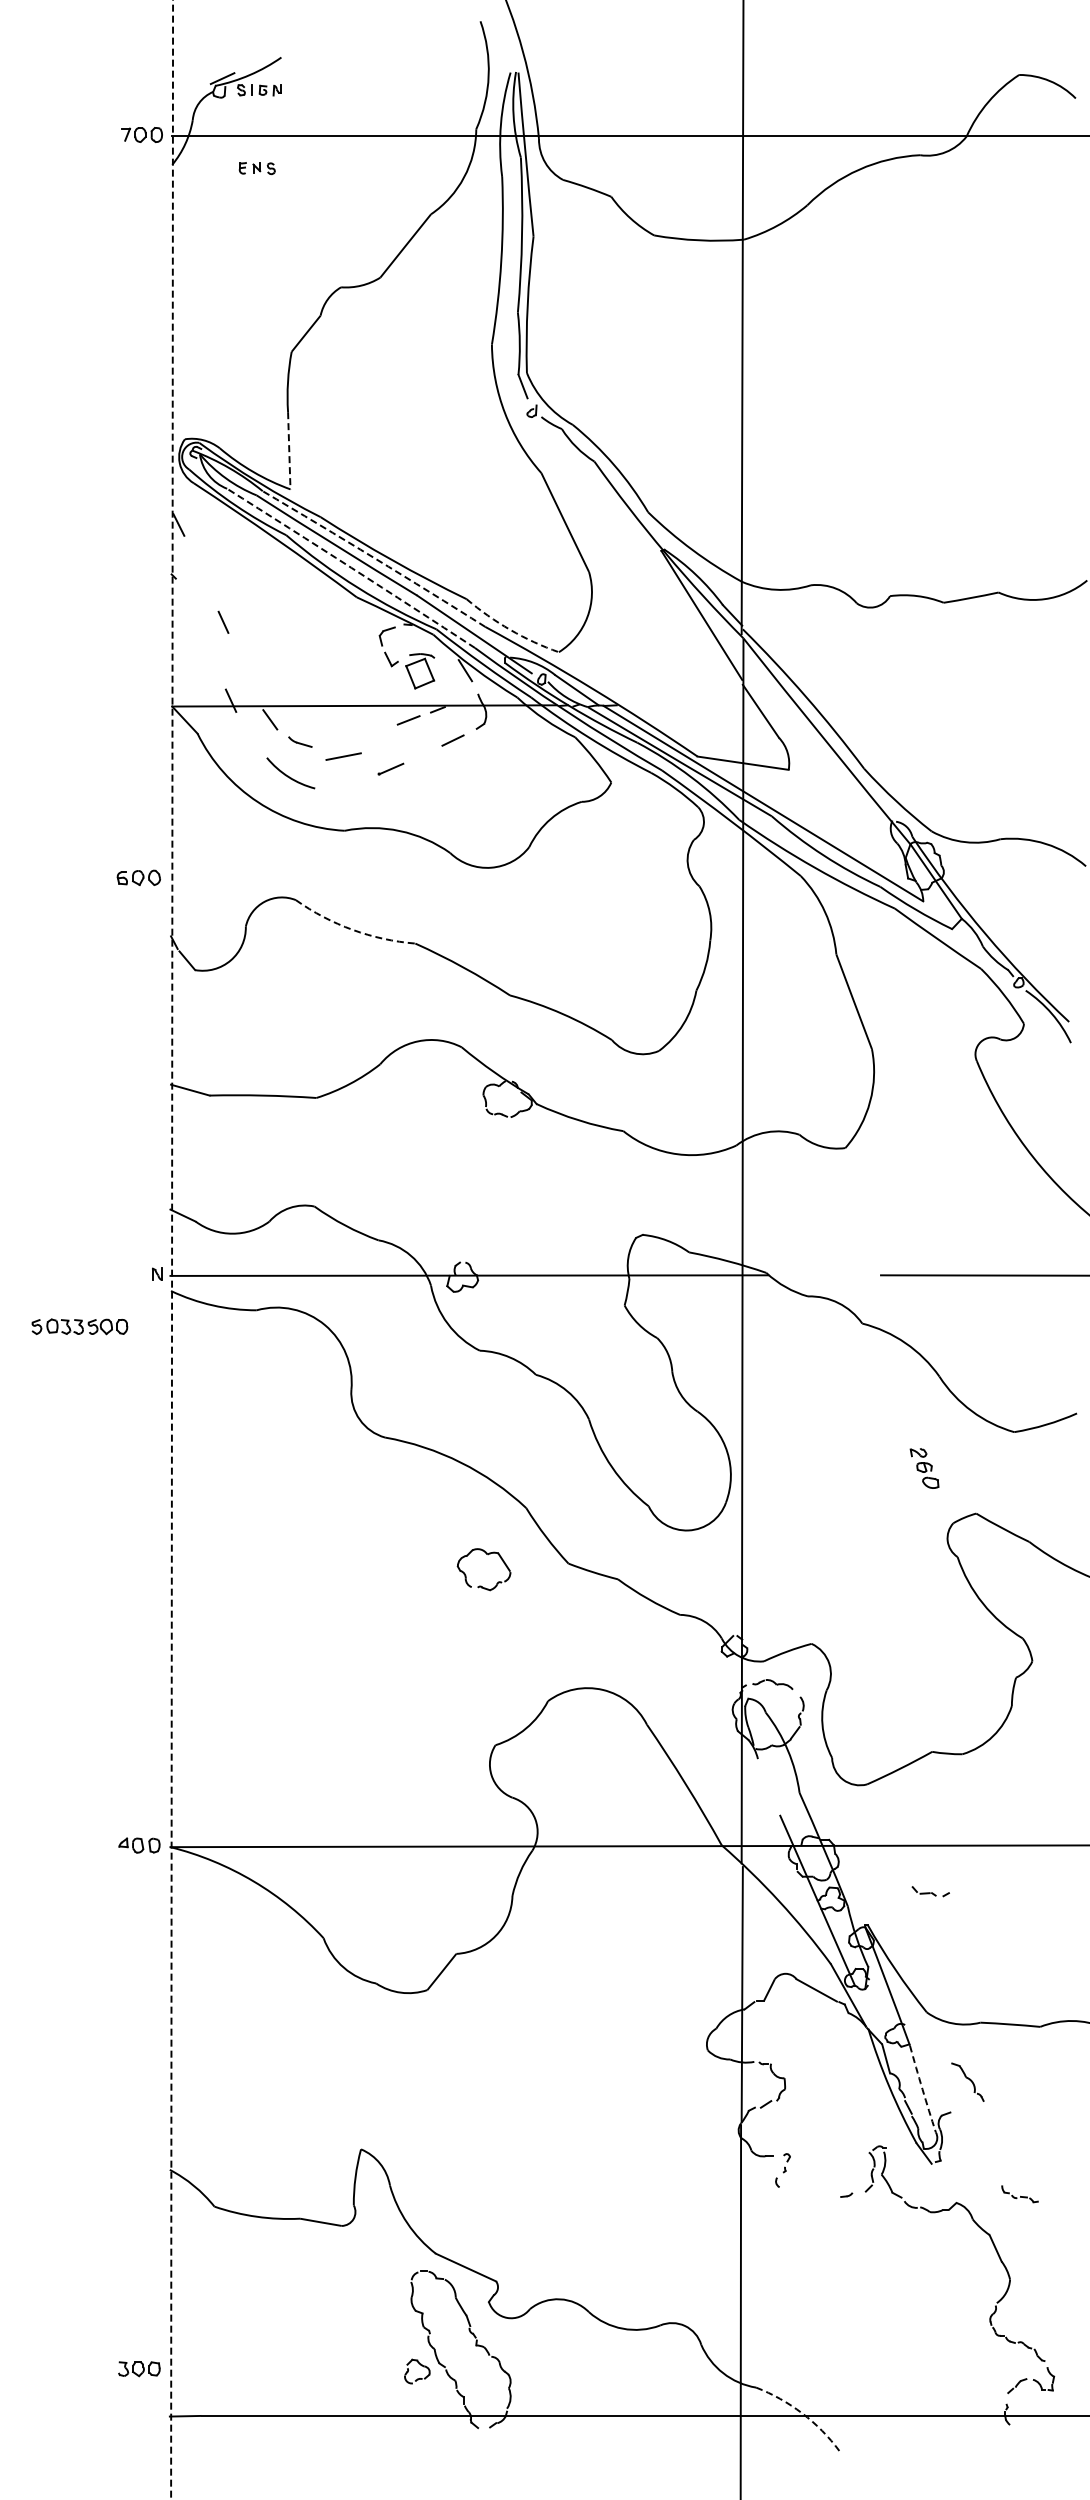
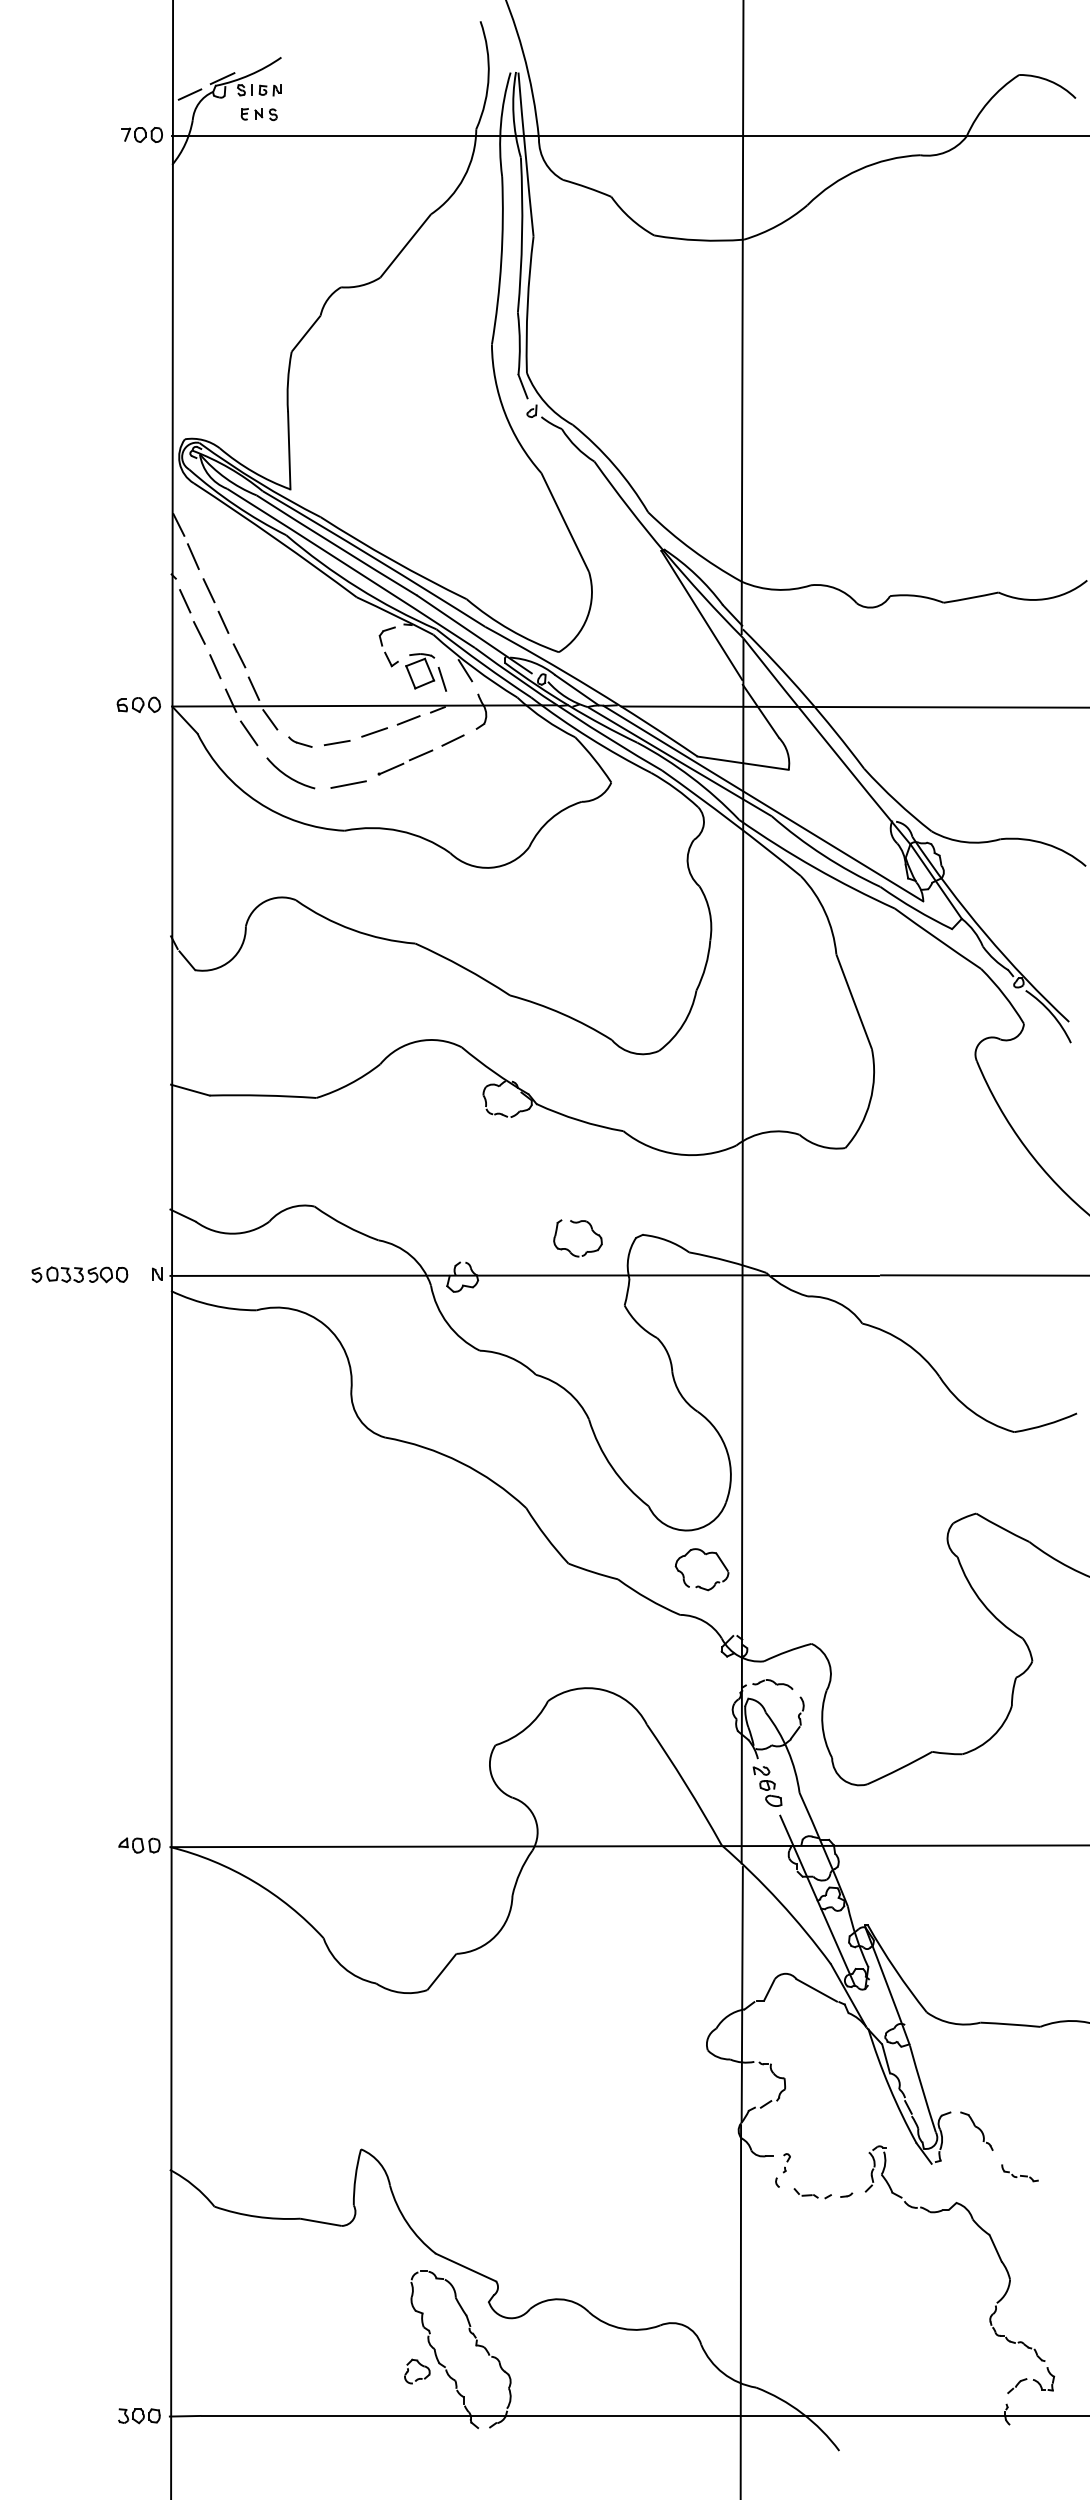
line at (189, 94): none -> present
part at (256, 168) position: (256, 168) -> (258, 114)
line at (289, 450): dashed -> solid
line at (192, 556): none -> present
arc at (374, 558): dashed -> solid
arc at (351, 567): dashed -> solid
line at (208, 590): none -> present
line at (185, 601): none -> present
arc at (510, 629): dashed -> solid
line at (198, 632): none -> present
line at (239, 655): none -> present
line at (215, 666): none -> present
line at (442, 678): none -> present
line at (253, 688): none -> present
line at (853, 706): none -> present
line at (374, 732): none -> present
line at (249, 733): none -> present
line at (336, 742): none -> present
line at (420, 755): none -> present
line at (343, 756) position: (343, 756) -> (348, 784)
part at (138, 877) position: (138, 877) -> (138, 704)
arc at (352, 929): dashed -> solid
line at (172, 1250): dashed -> solid
part at (570, 1250): none -> present
line at (825, 1275): none -> present
part at (79, 1326) position: (79, 1326) -> (79, 1274)
part at (924, 1468) position: (924, 1468) -> (767, 1786)
part at (488, 1555) position: (488, 1555) -> (706, 1555)
part at (930, 1891) position: (930, 1891) -> (812, 2193)
part at (967, 2081) position: (967, 2081) -> (976, 2130)
arc at (922, 2089): dashed -> solid
part at (1019, 2194) position: (1019, 2194) -> (1019, 2173)
part at (139, 2369) position: (139, 2369) -> (139, 2416)
arc at (802, 2413): dashed -> solid
